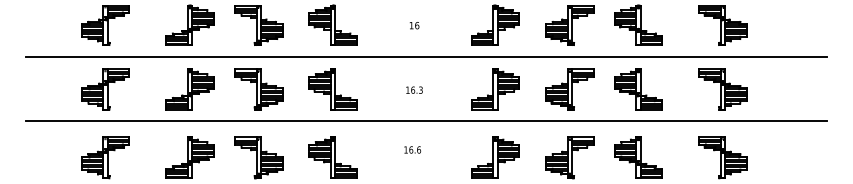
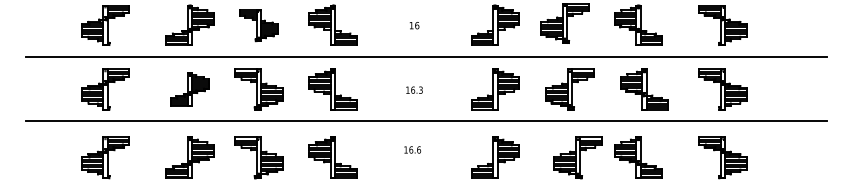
part at (258, 25) size: 50x41 px -> 40x34 px
part at (569, 25) position: (569, 25) -> (564, 23)
part at (189, 89) size: 50x43 px -> 40x35 px
part at (638, 89) position: (638, 89) -> (644, 89)
part at (569, 157) position: (569, 157) -> (577, 157)
